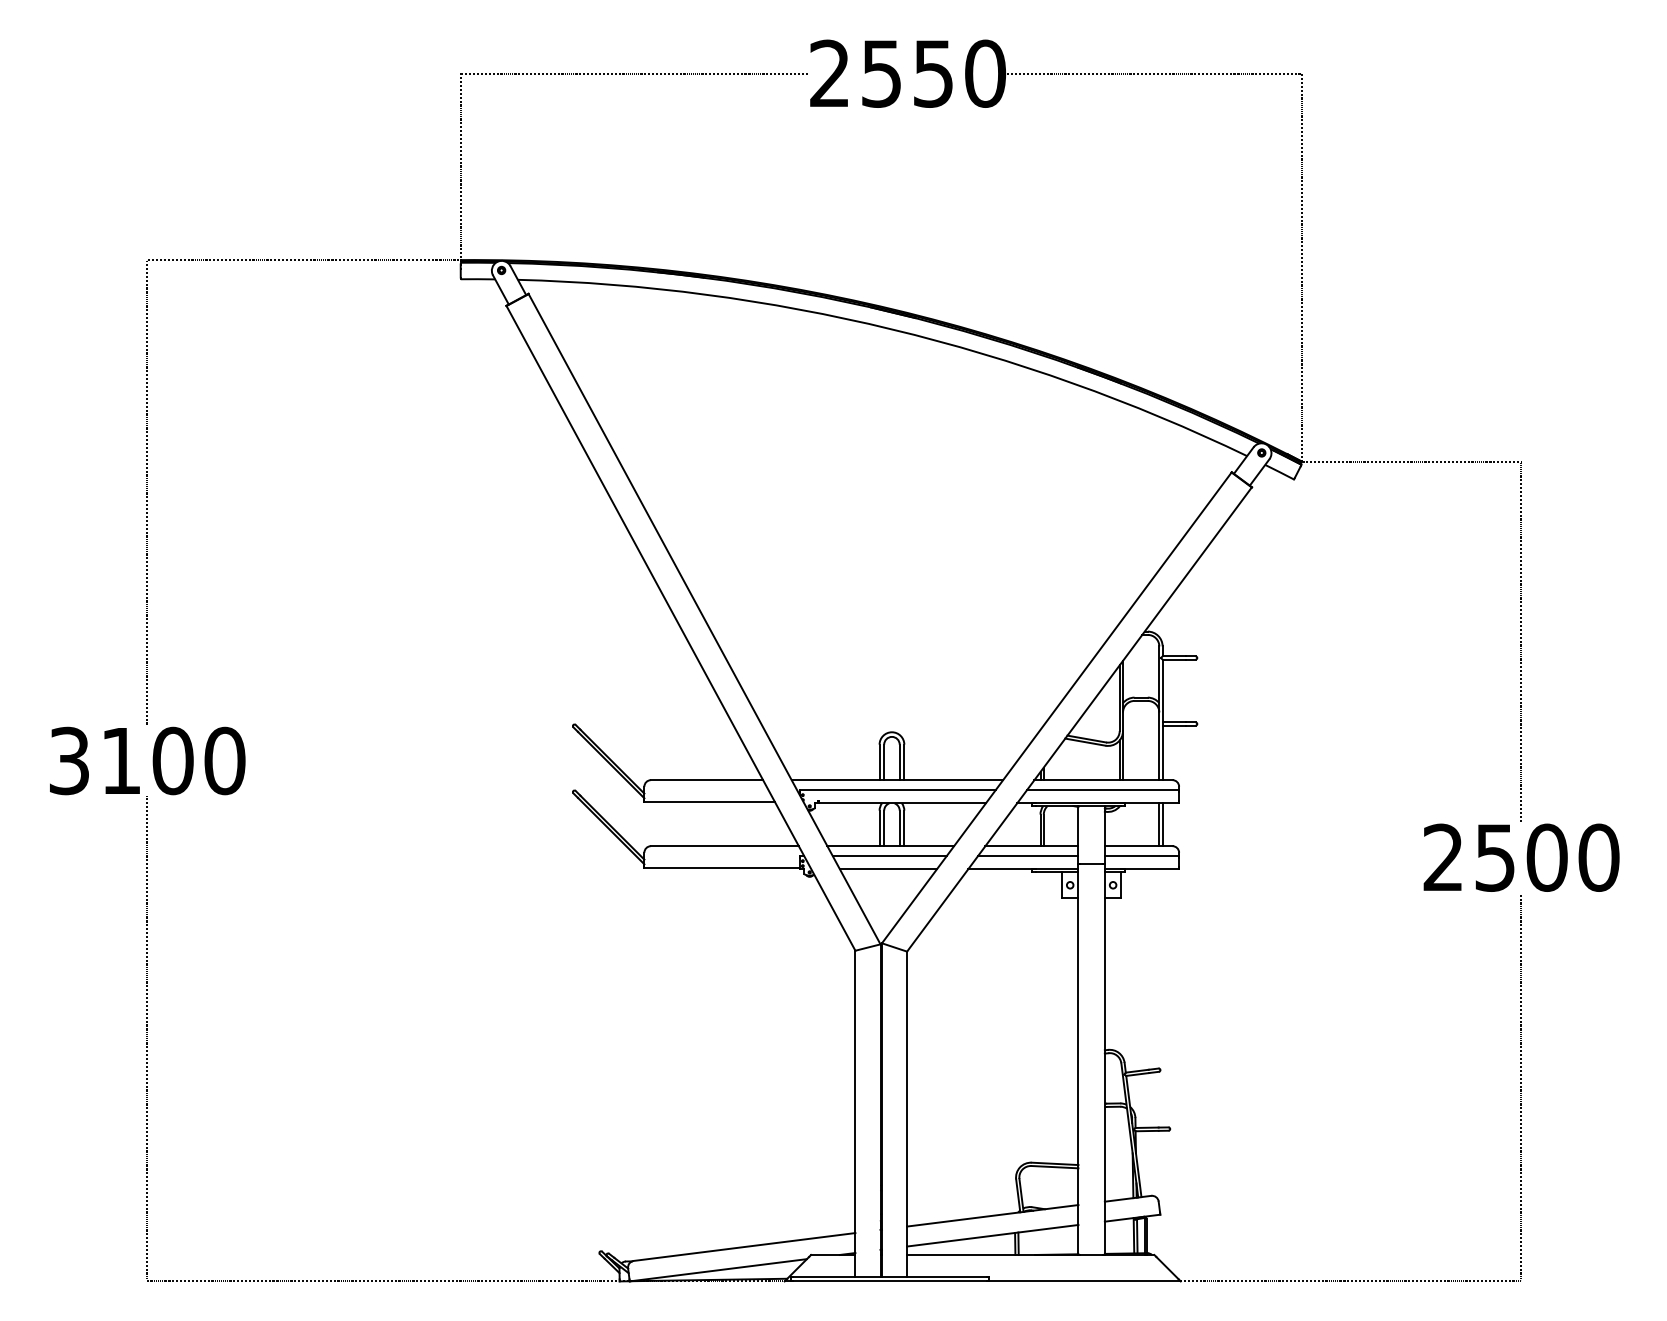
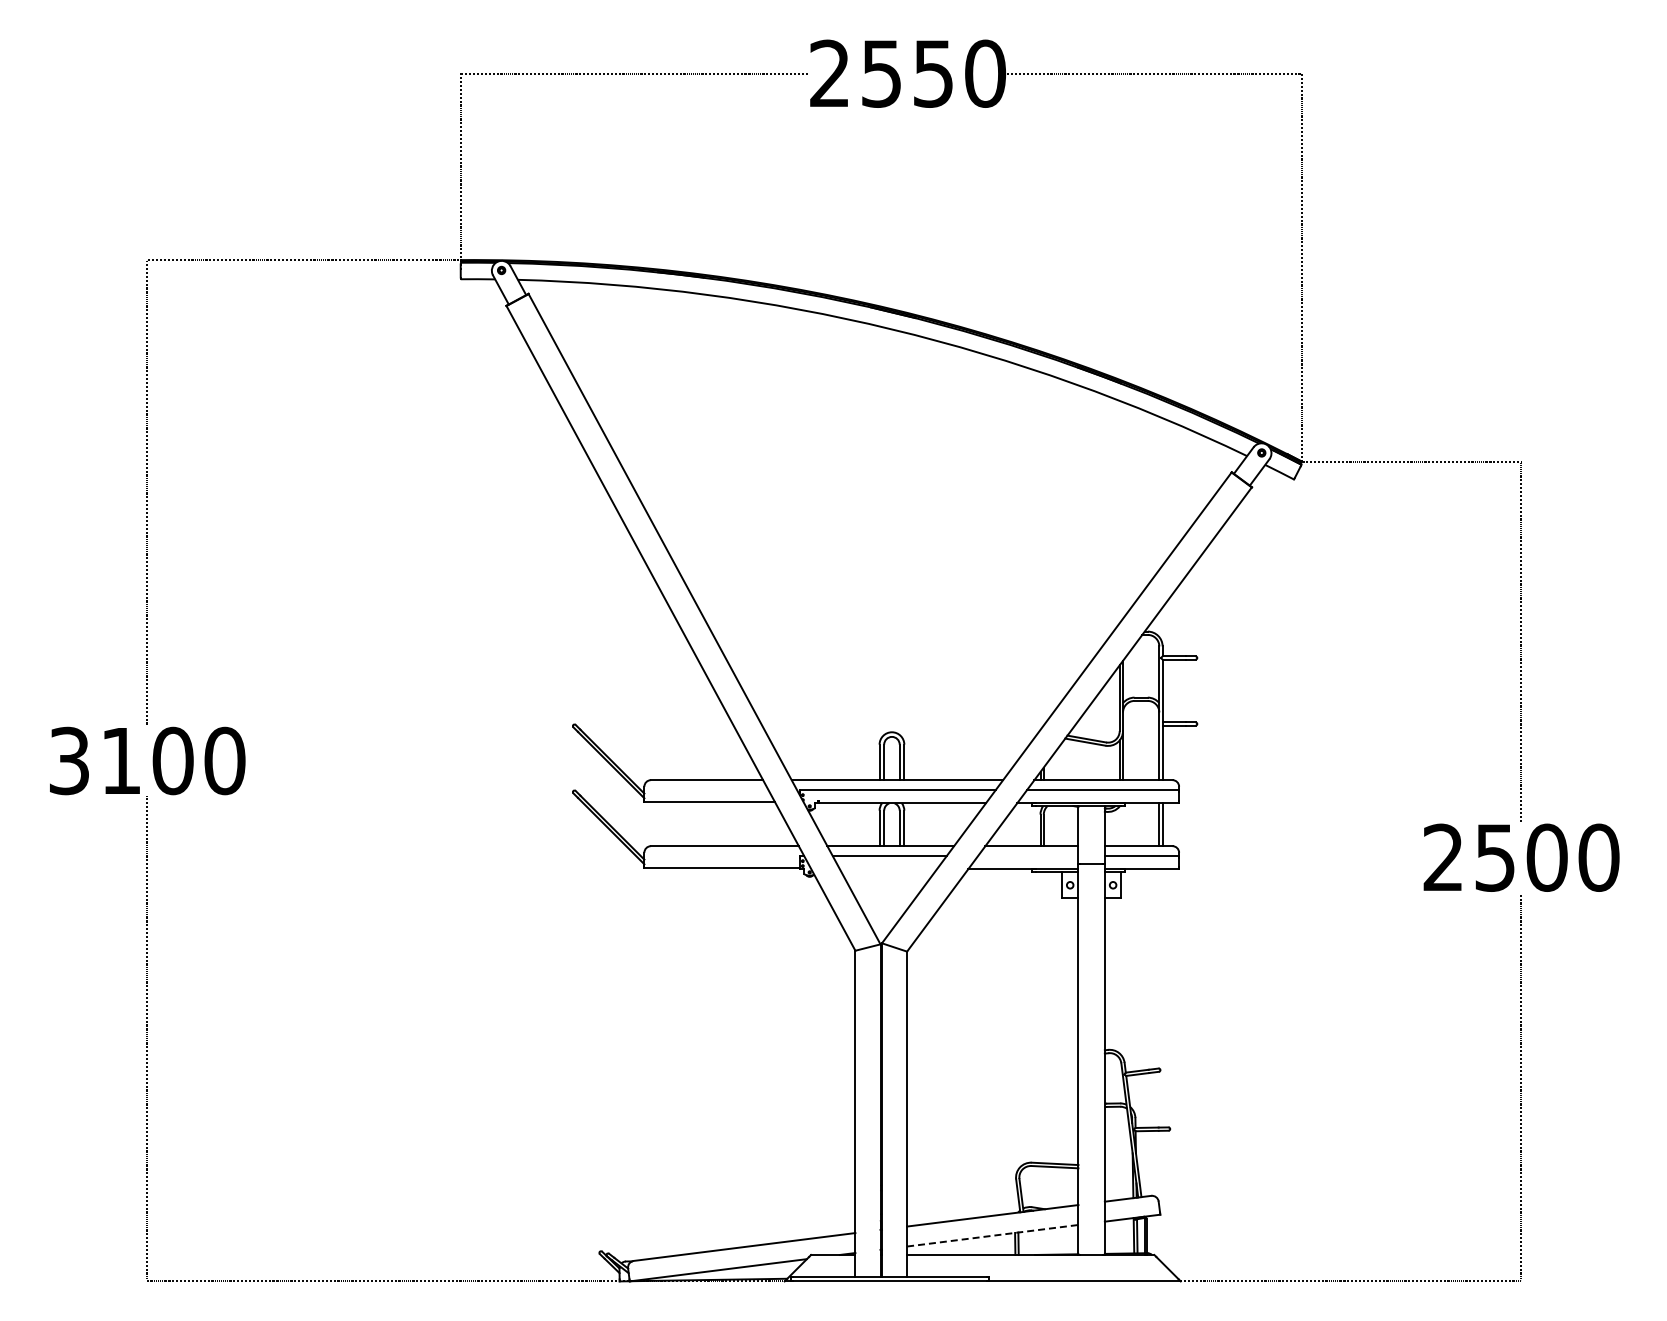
line at (1027, 856): present -> none
line at (888, 869): present -> none
line at (993, 1235): solid -> dashed
